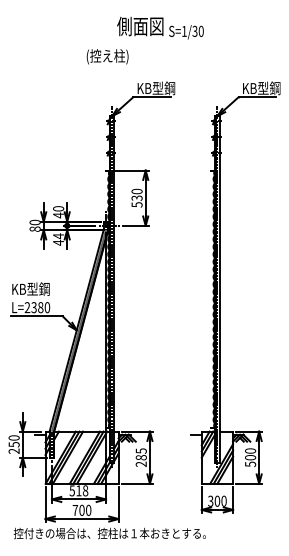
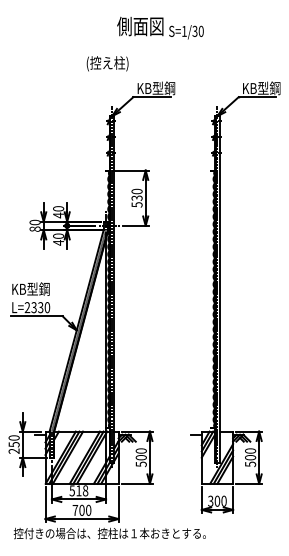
text at (107, 56) position: (107, 56) -> (107, 63)
text at (58, 236): 44 -> 40
text at (40, 307): L=2380 -> L=2330
text at (140, 457): 285 -> 500
